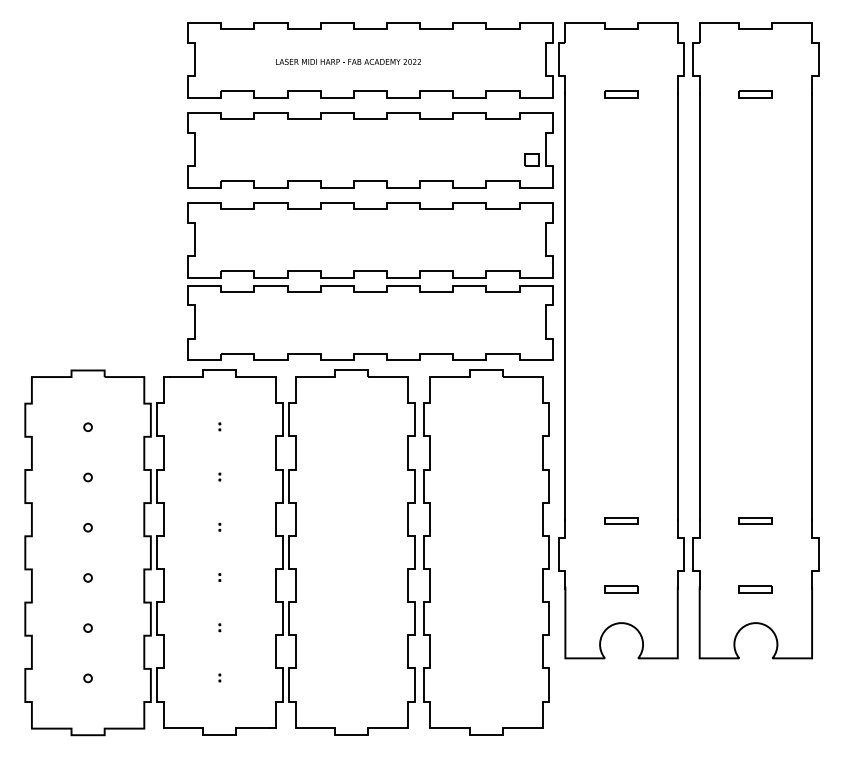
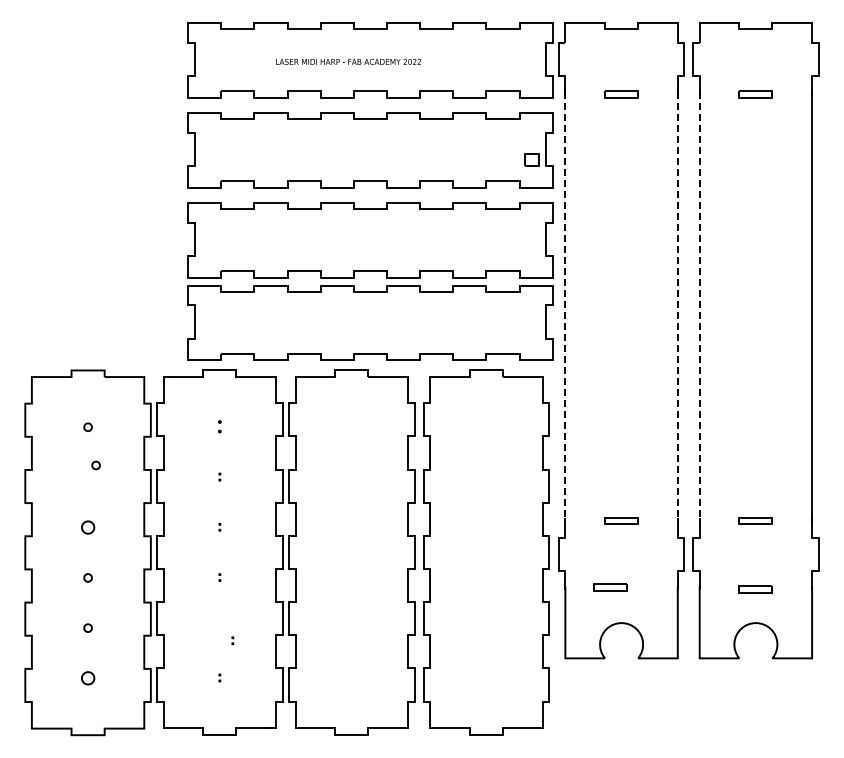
line at (565, 305): solid -> dashed
line at (677, 305): solid -> dashed
line at (699, 305): solid -> dashed
part at (219, 426) size: 4x10 px -> 4x14 px
circle at (87, 477) position: (87, 477) -> (95, 465)
circle at (87, 527) size: 10x10 px -> 15x15 px
part at (621, 589) position: (621, 589) -> (610, 587)
part at (219, 627) position: (219, 627) -> (232, 640)
circle at (87, 678) size: 10x11 px -> 15x15 px
